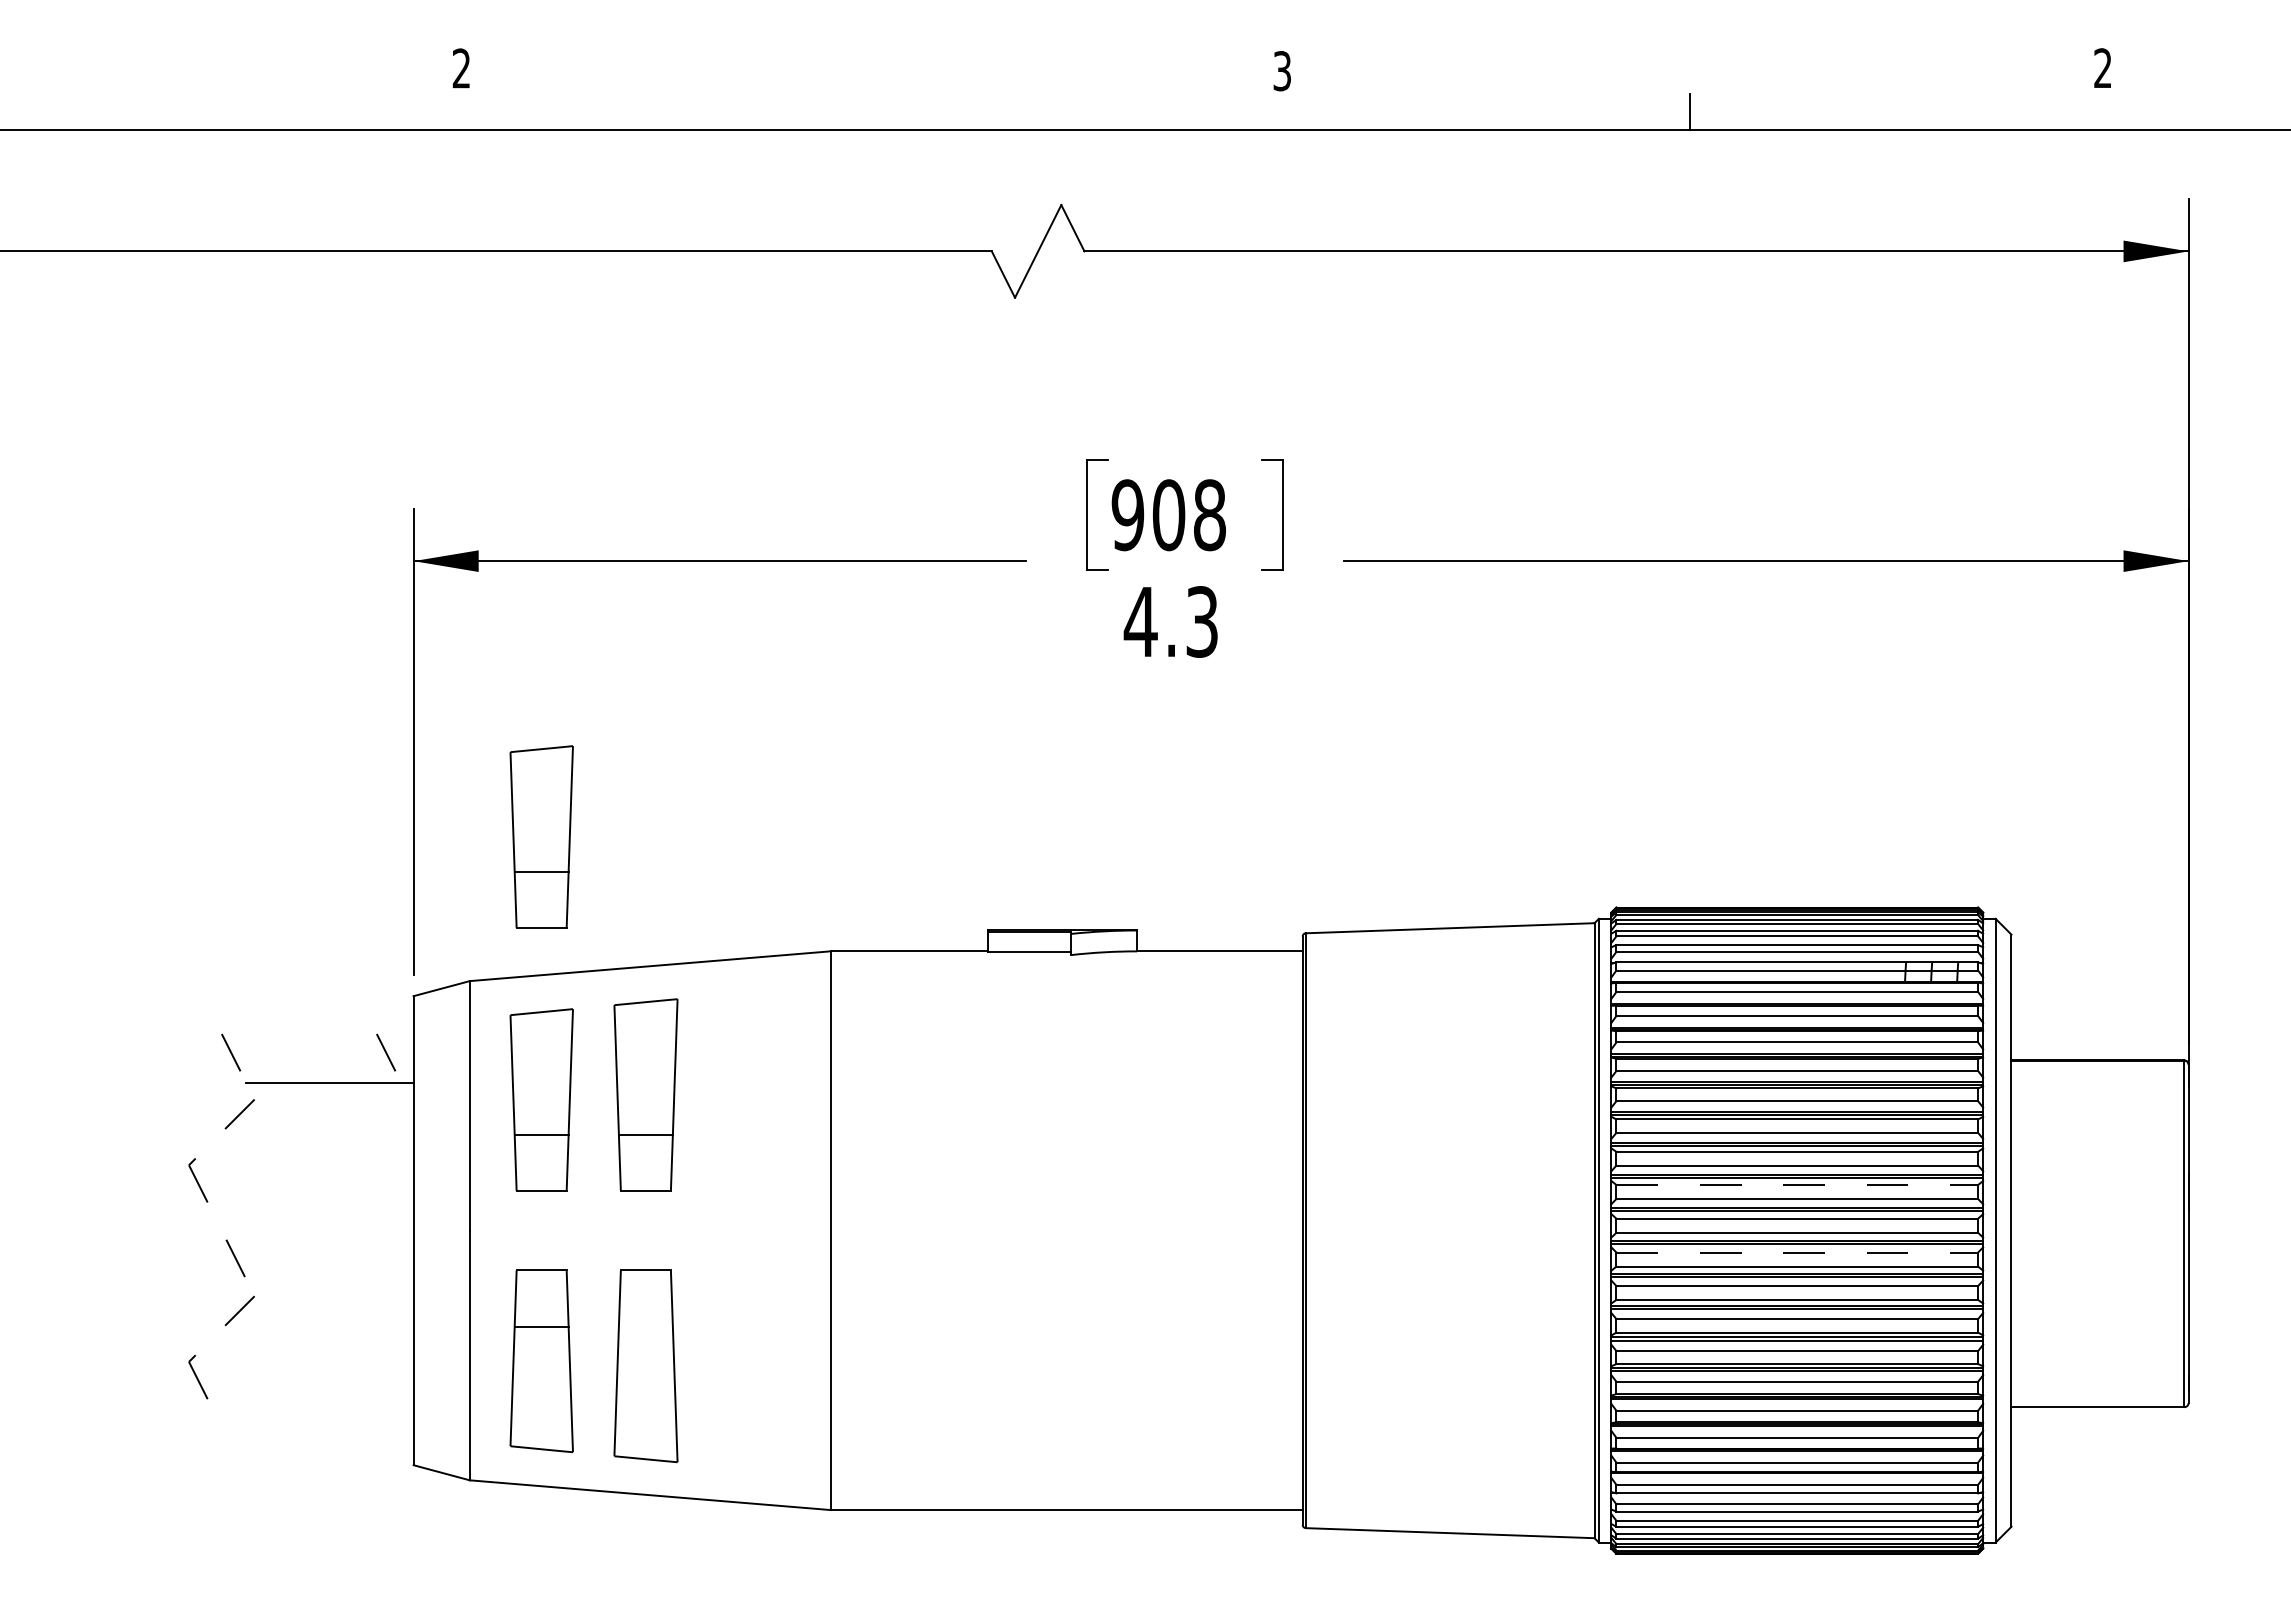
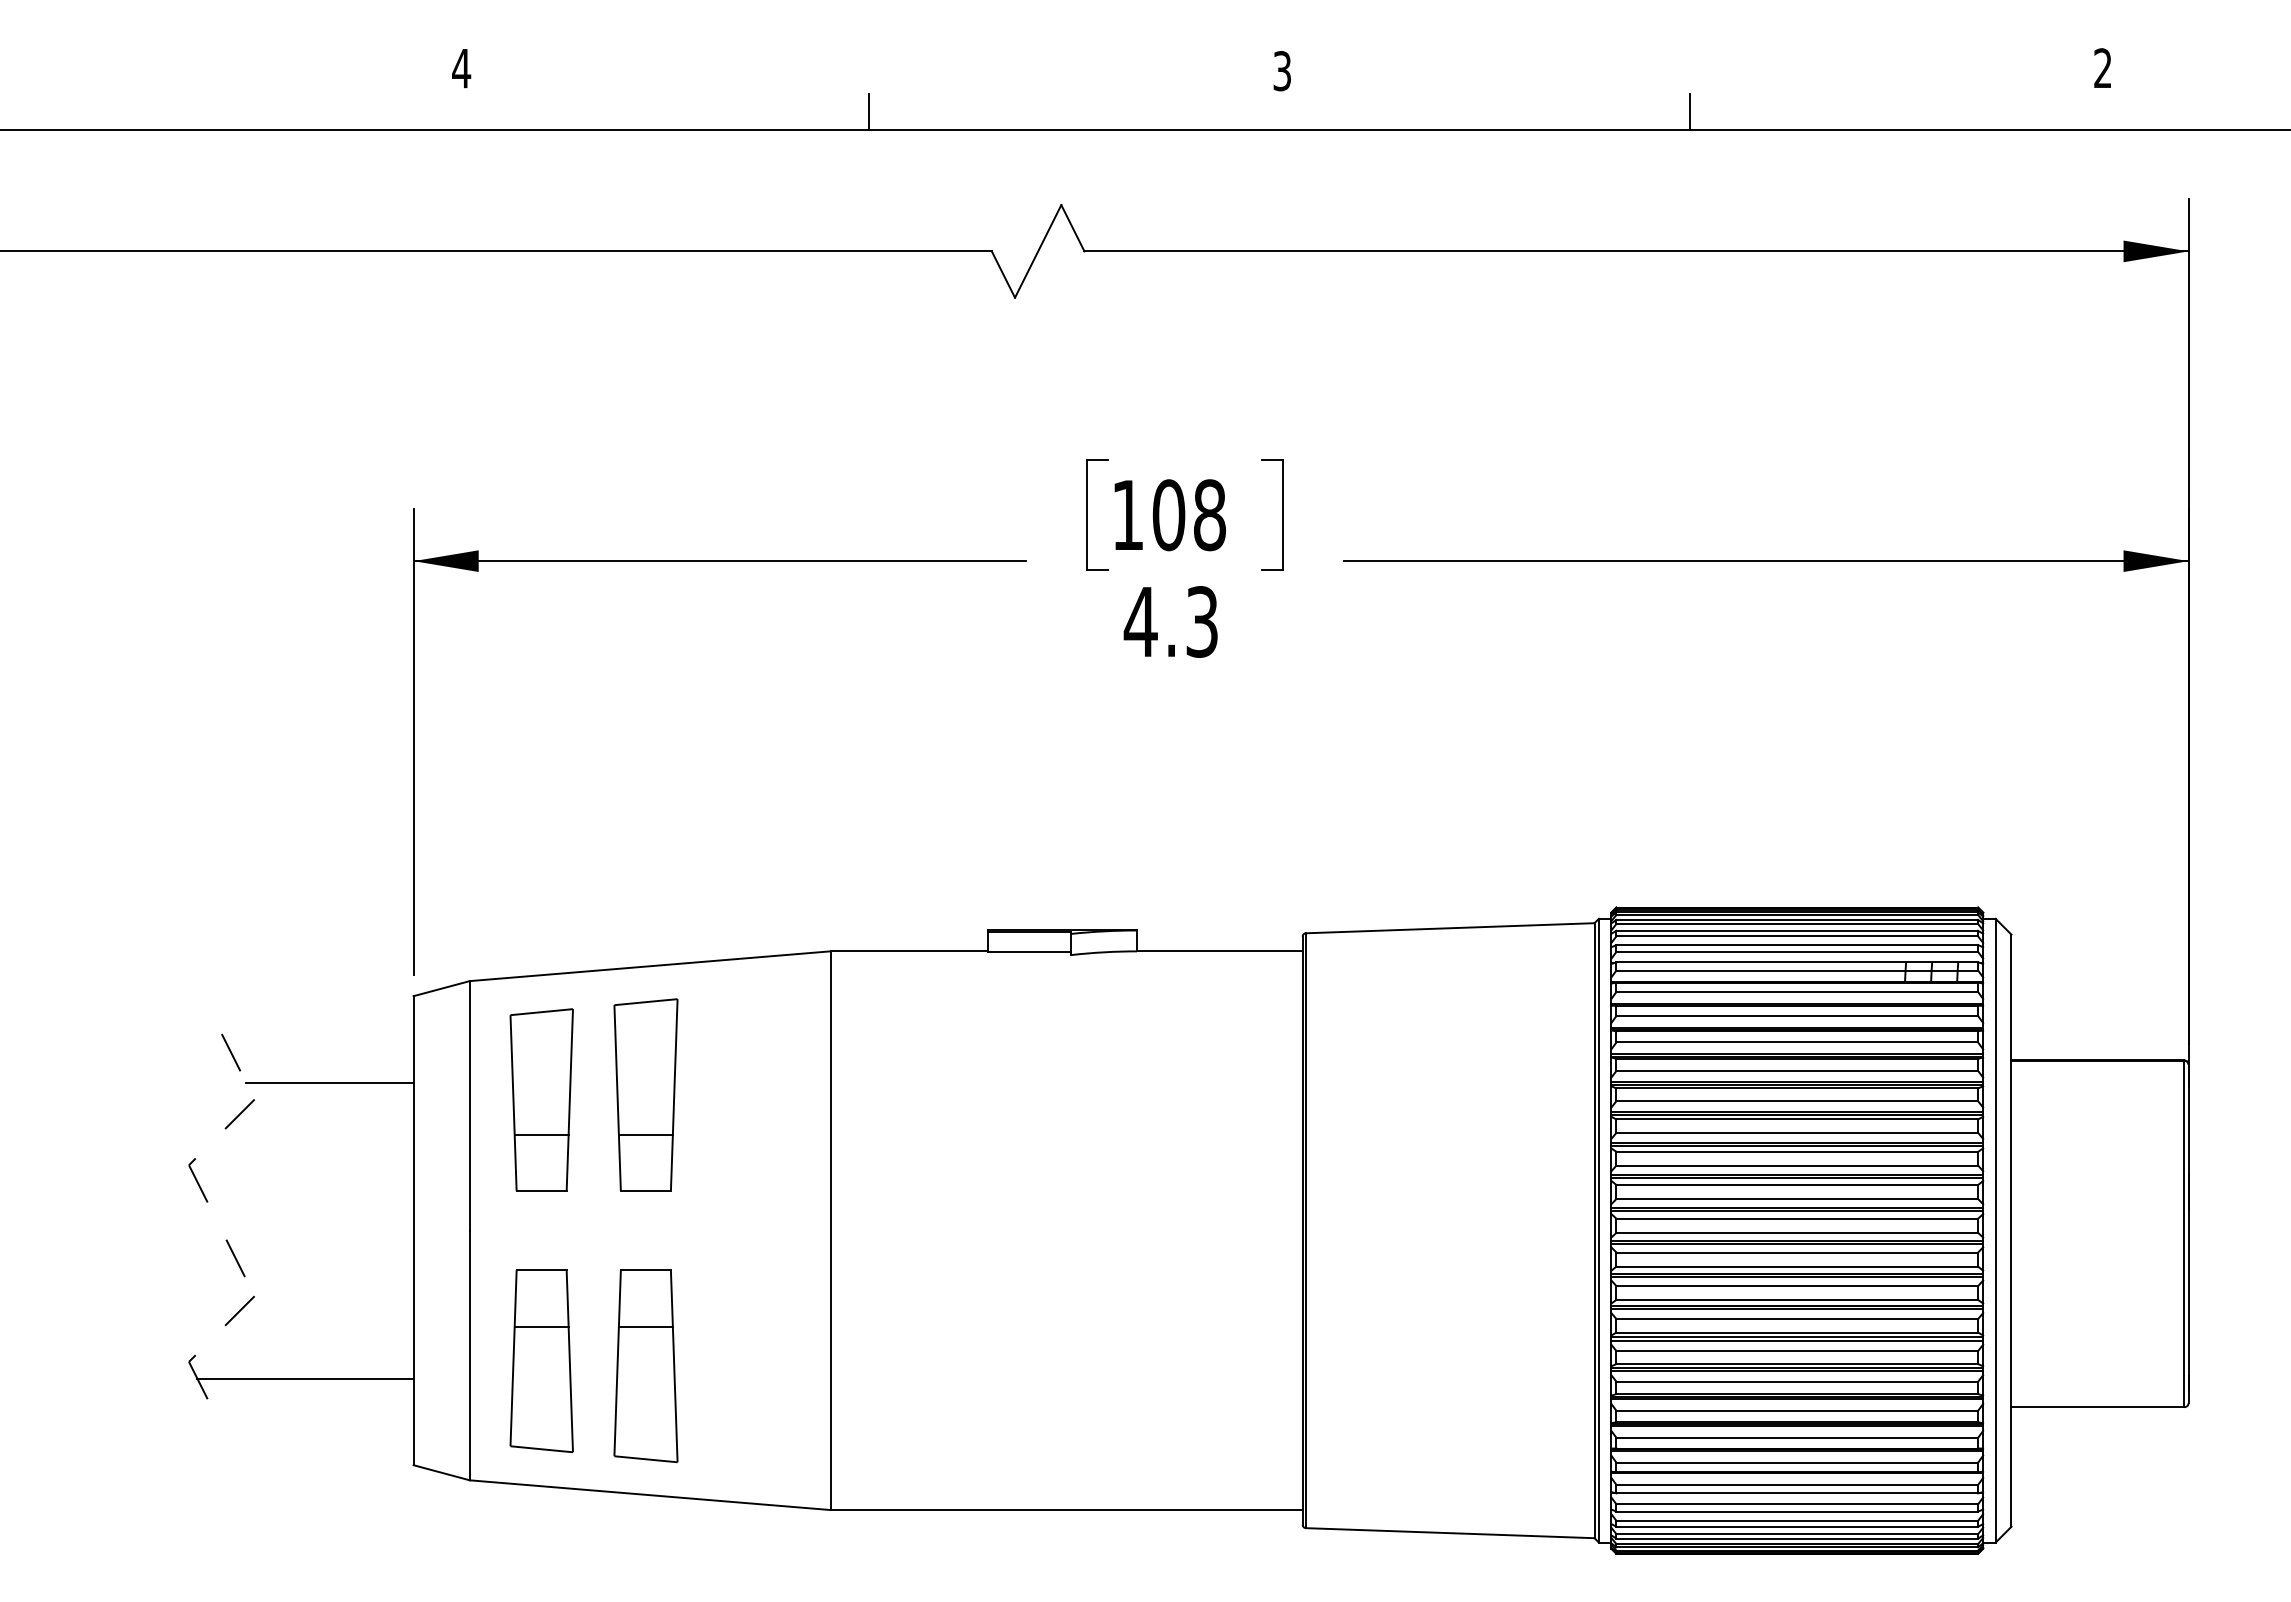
text at (461, 68): 2 -> 4
line at (869, 111): none -> present
text at (1127, 515): 908 -> 108
part at (541, 836): present -> none
line at (386, 1052): present -> none
line at (1797, 1185): dashed -> solid
line at (1797, 1252): dashed -> solid
line at (645, 1326): none -> present
line at (305, 1378): none -> present
